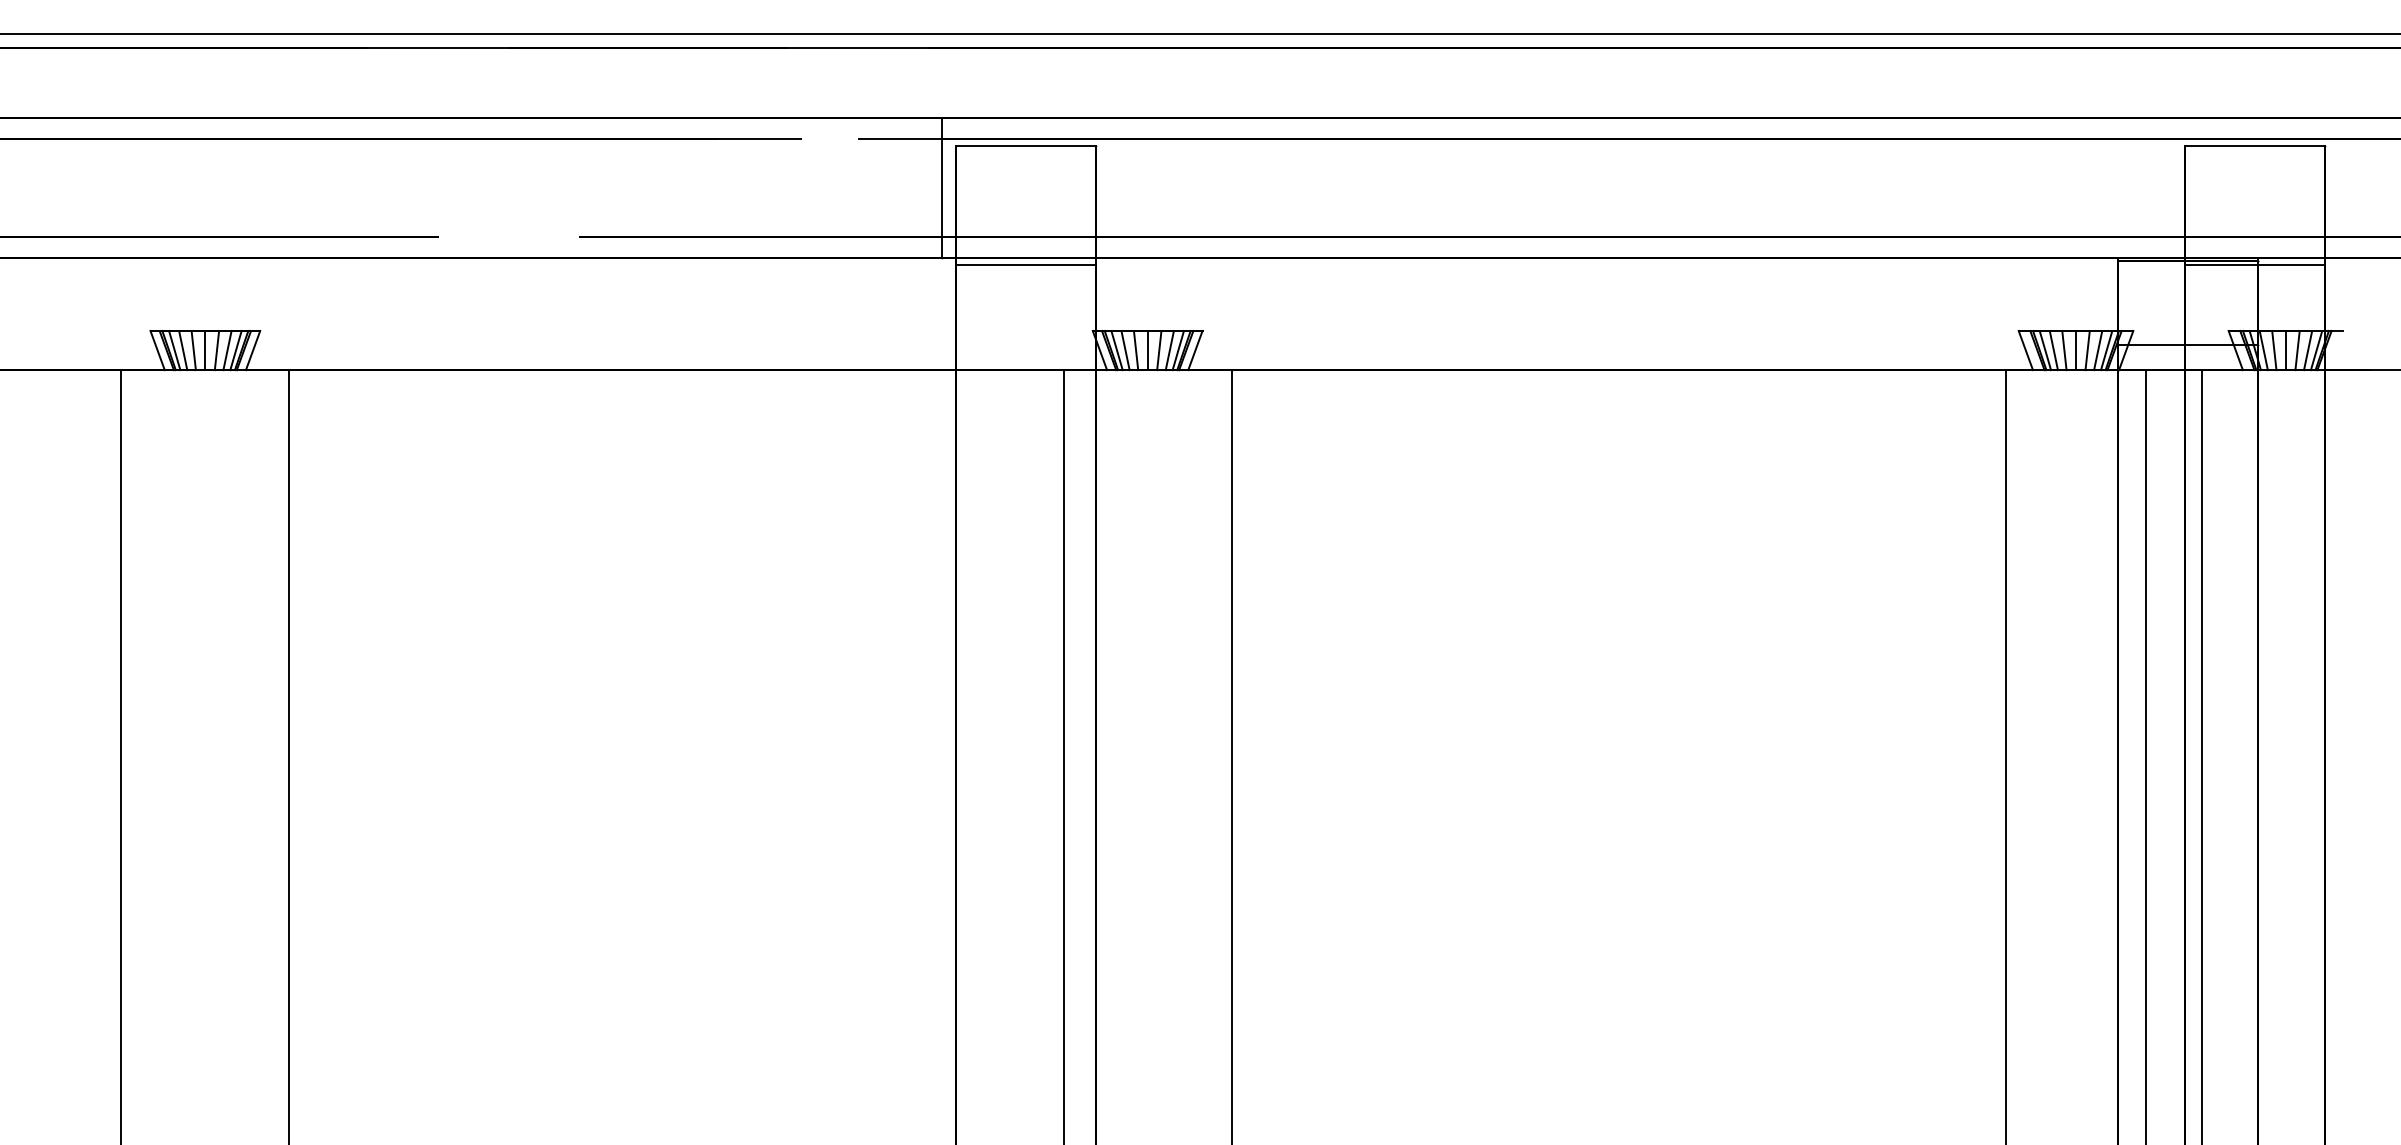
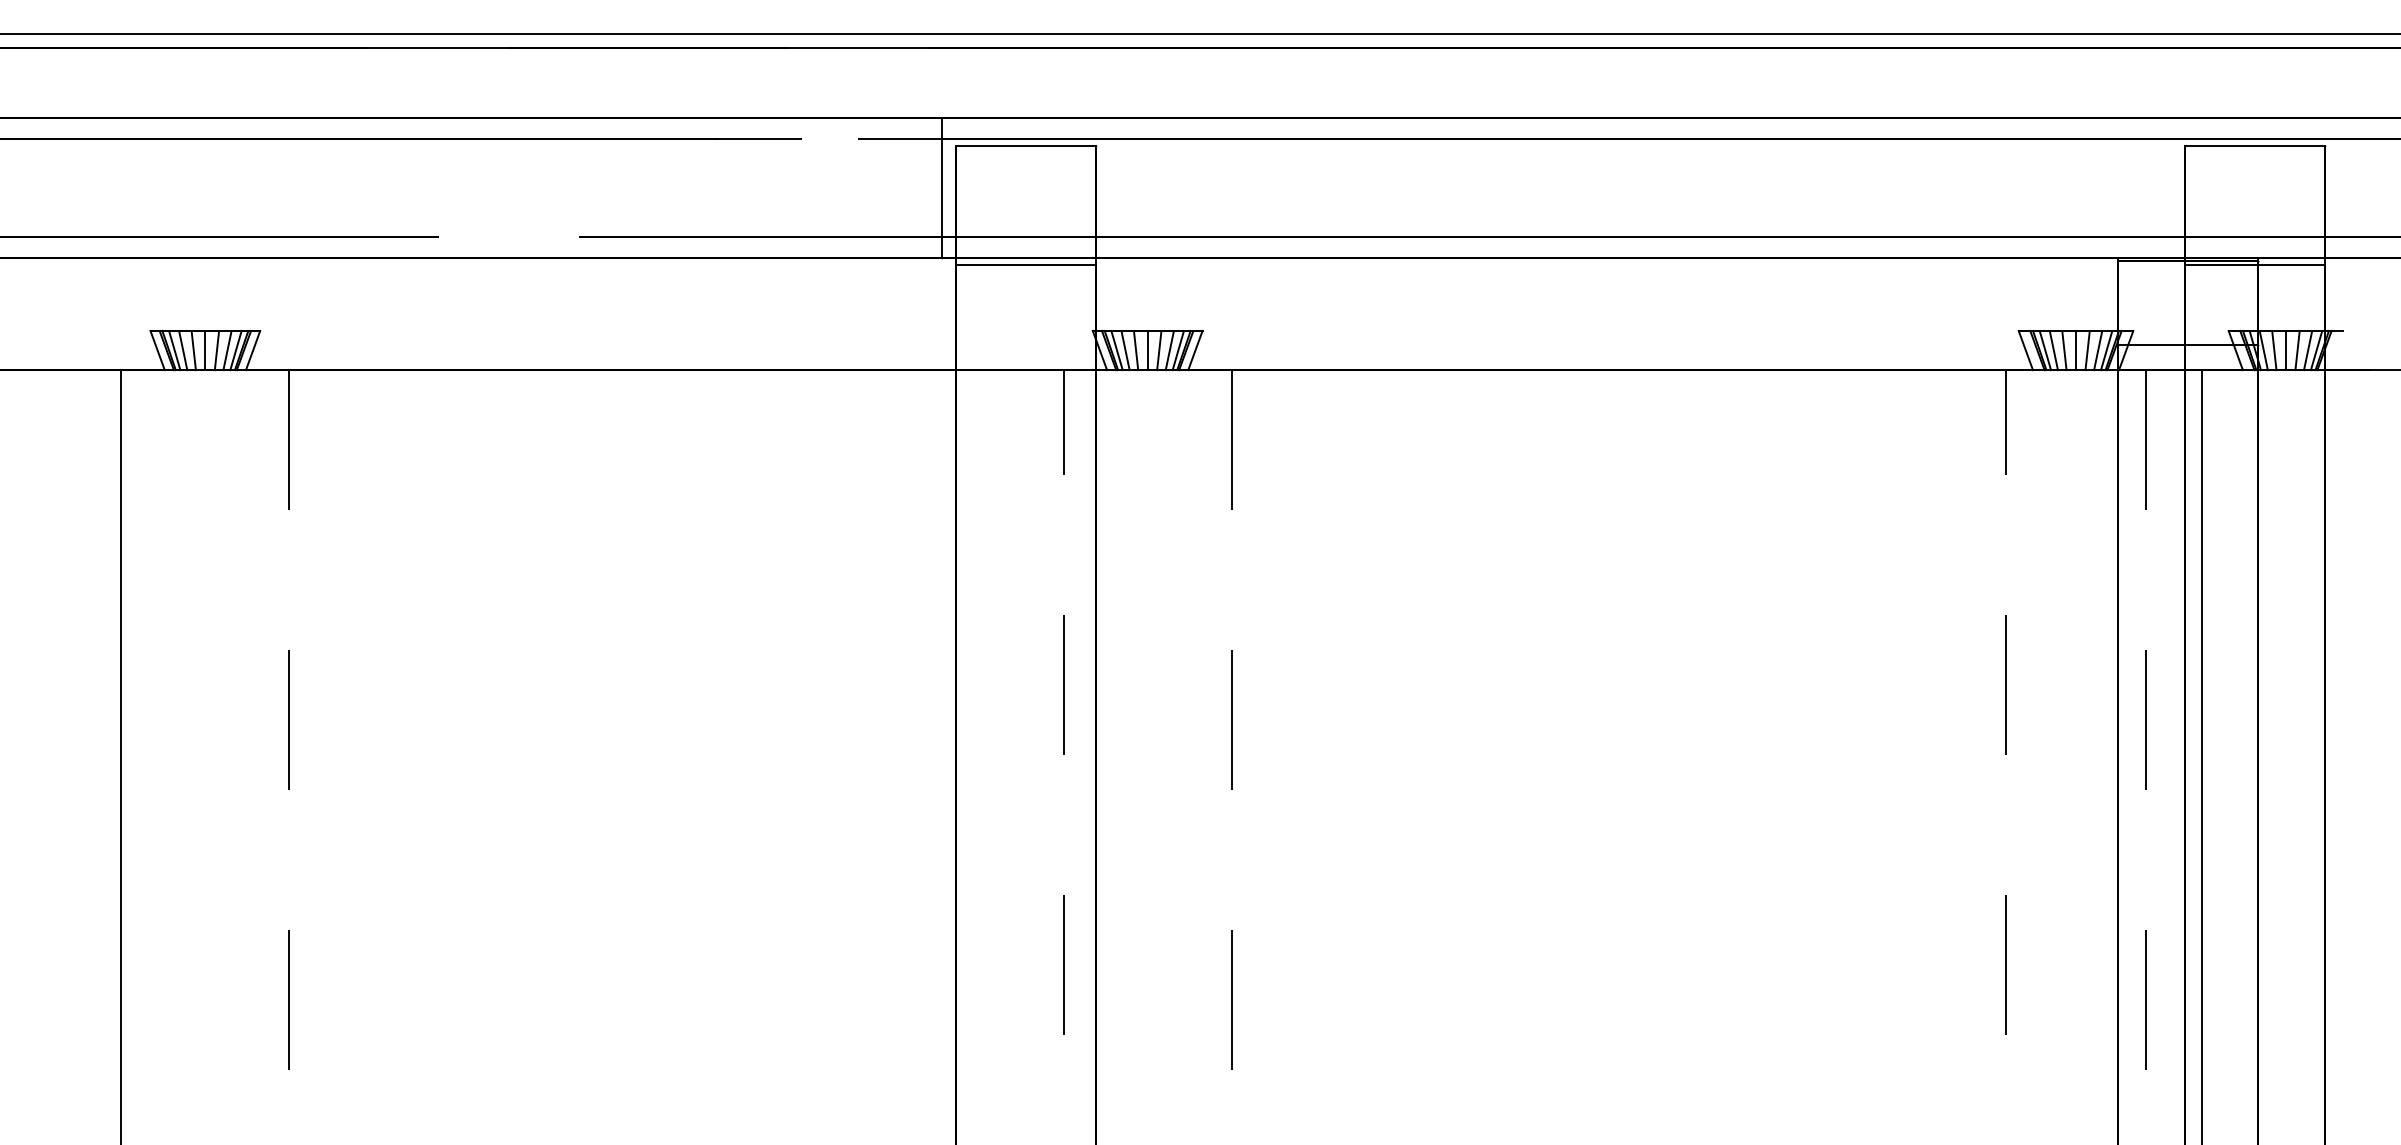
line at (289, 757): solid -> dashed
line at (1063, 757): solid -> dashed
line at (1231, 757): solid -> dashed
line at (2006, 757): solid -> dashed
line at (2146, 757): solid -> dashed
